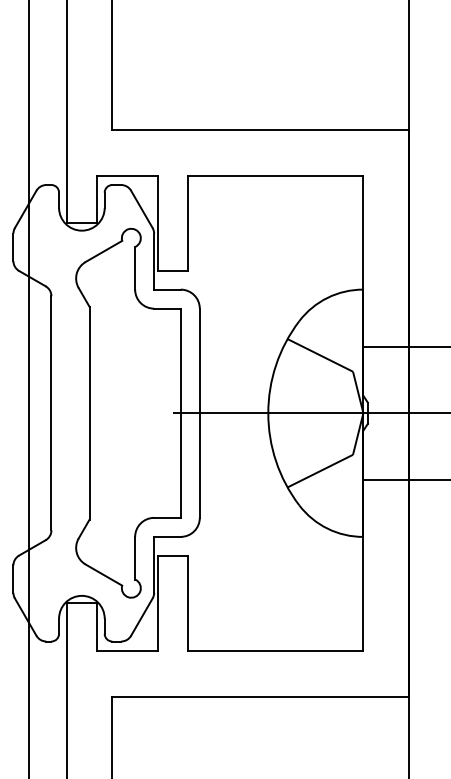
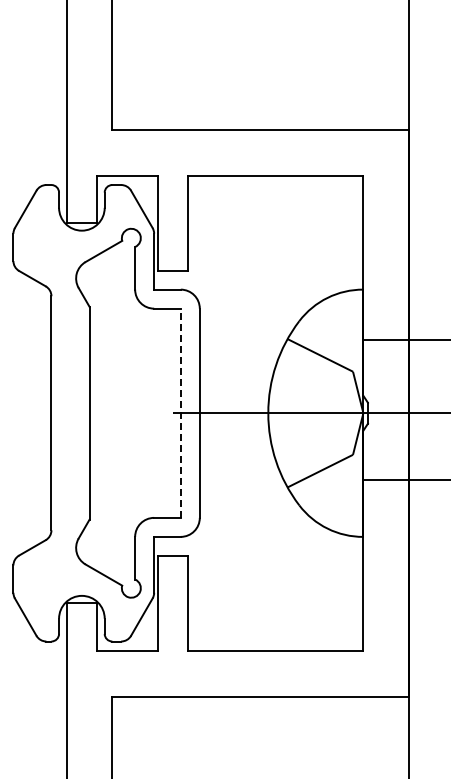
line at (405, 346) position: (405, 346) -> (405, 339)
line at (28, 388): present -> none
line at (180, 413): solid -> dashed
